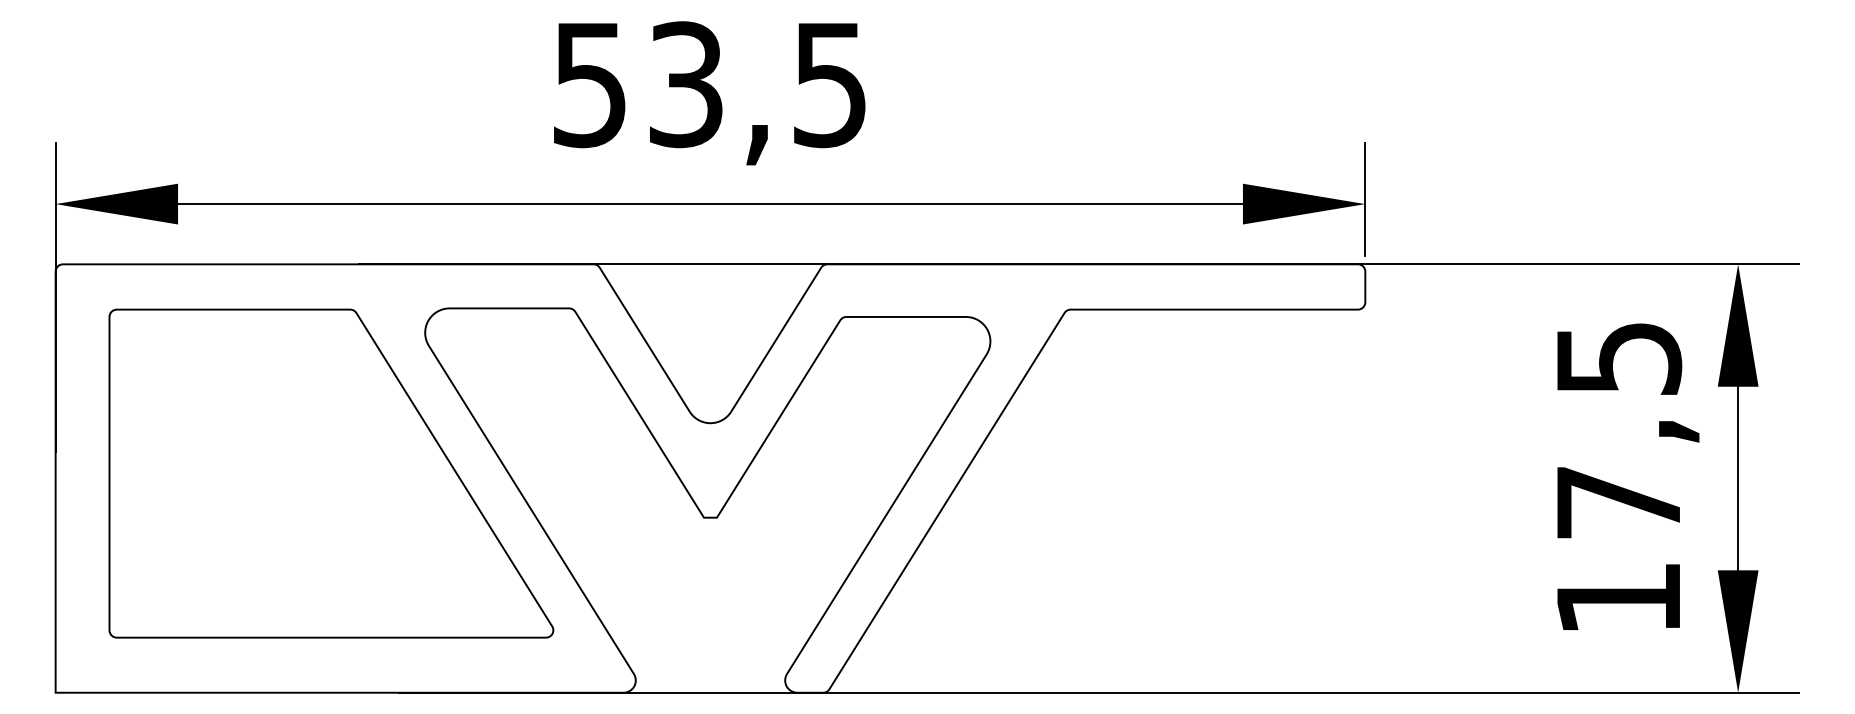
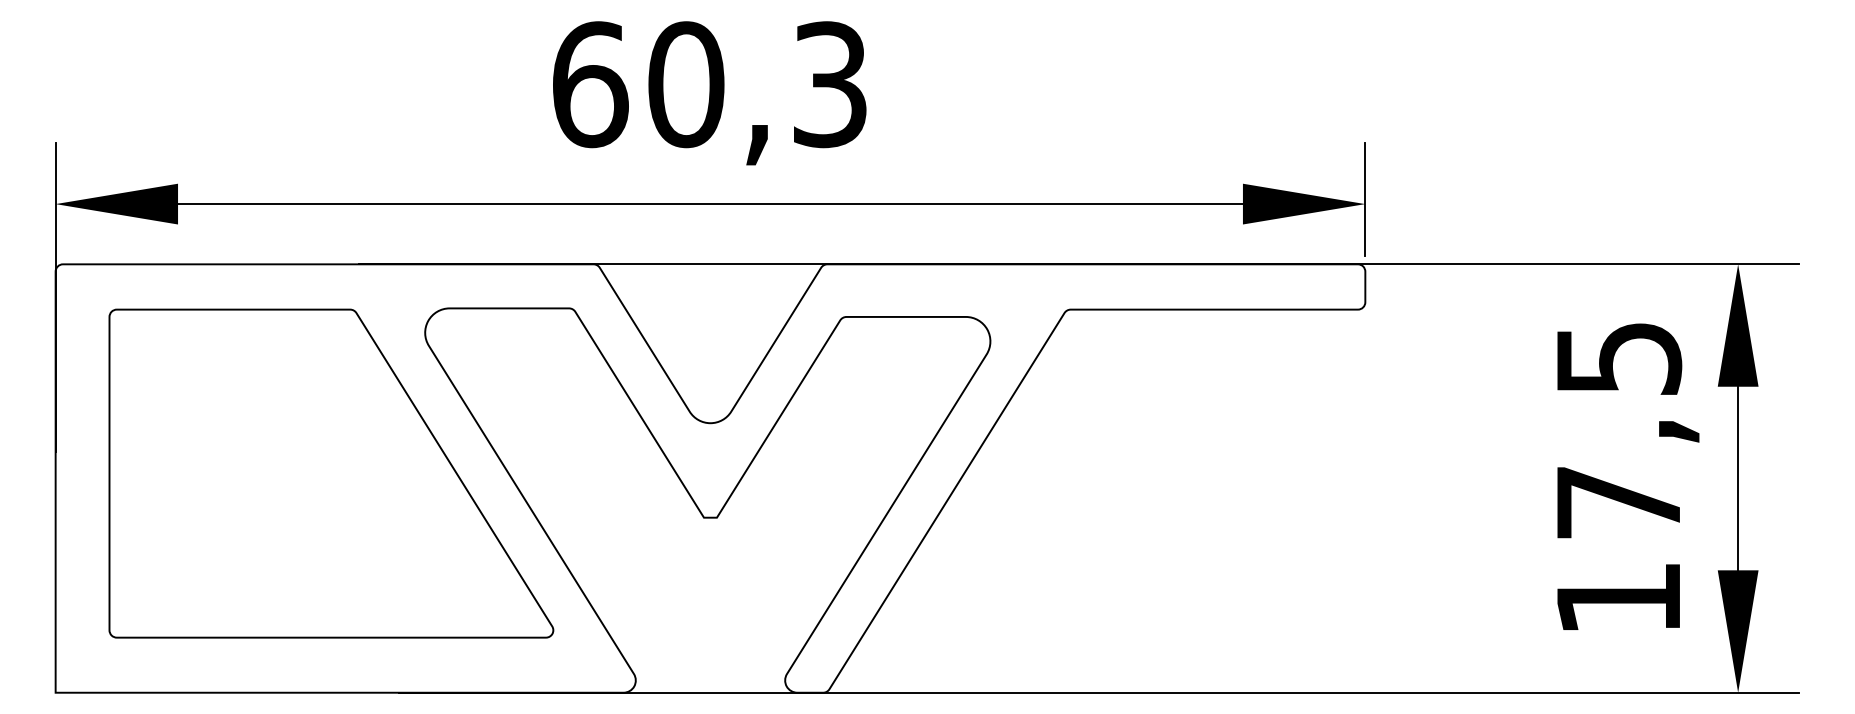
text at (709, 84): 53,5 -> 60,3
